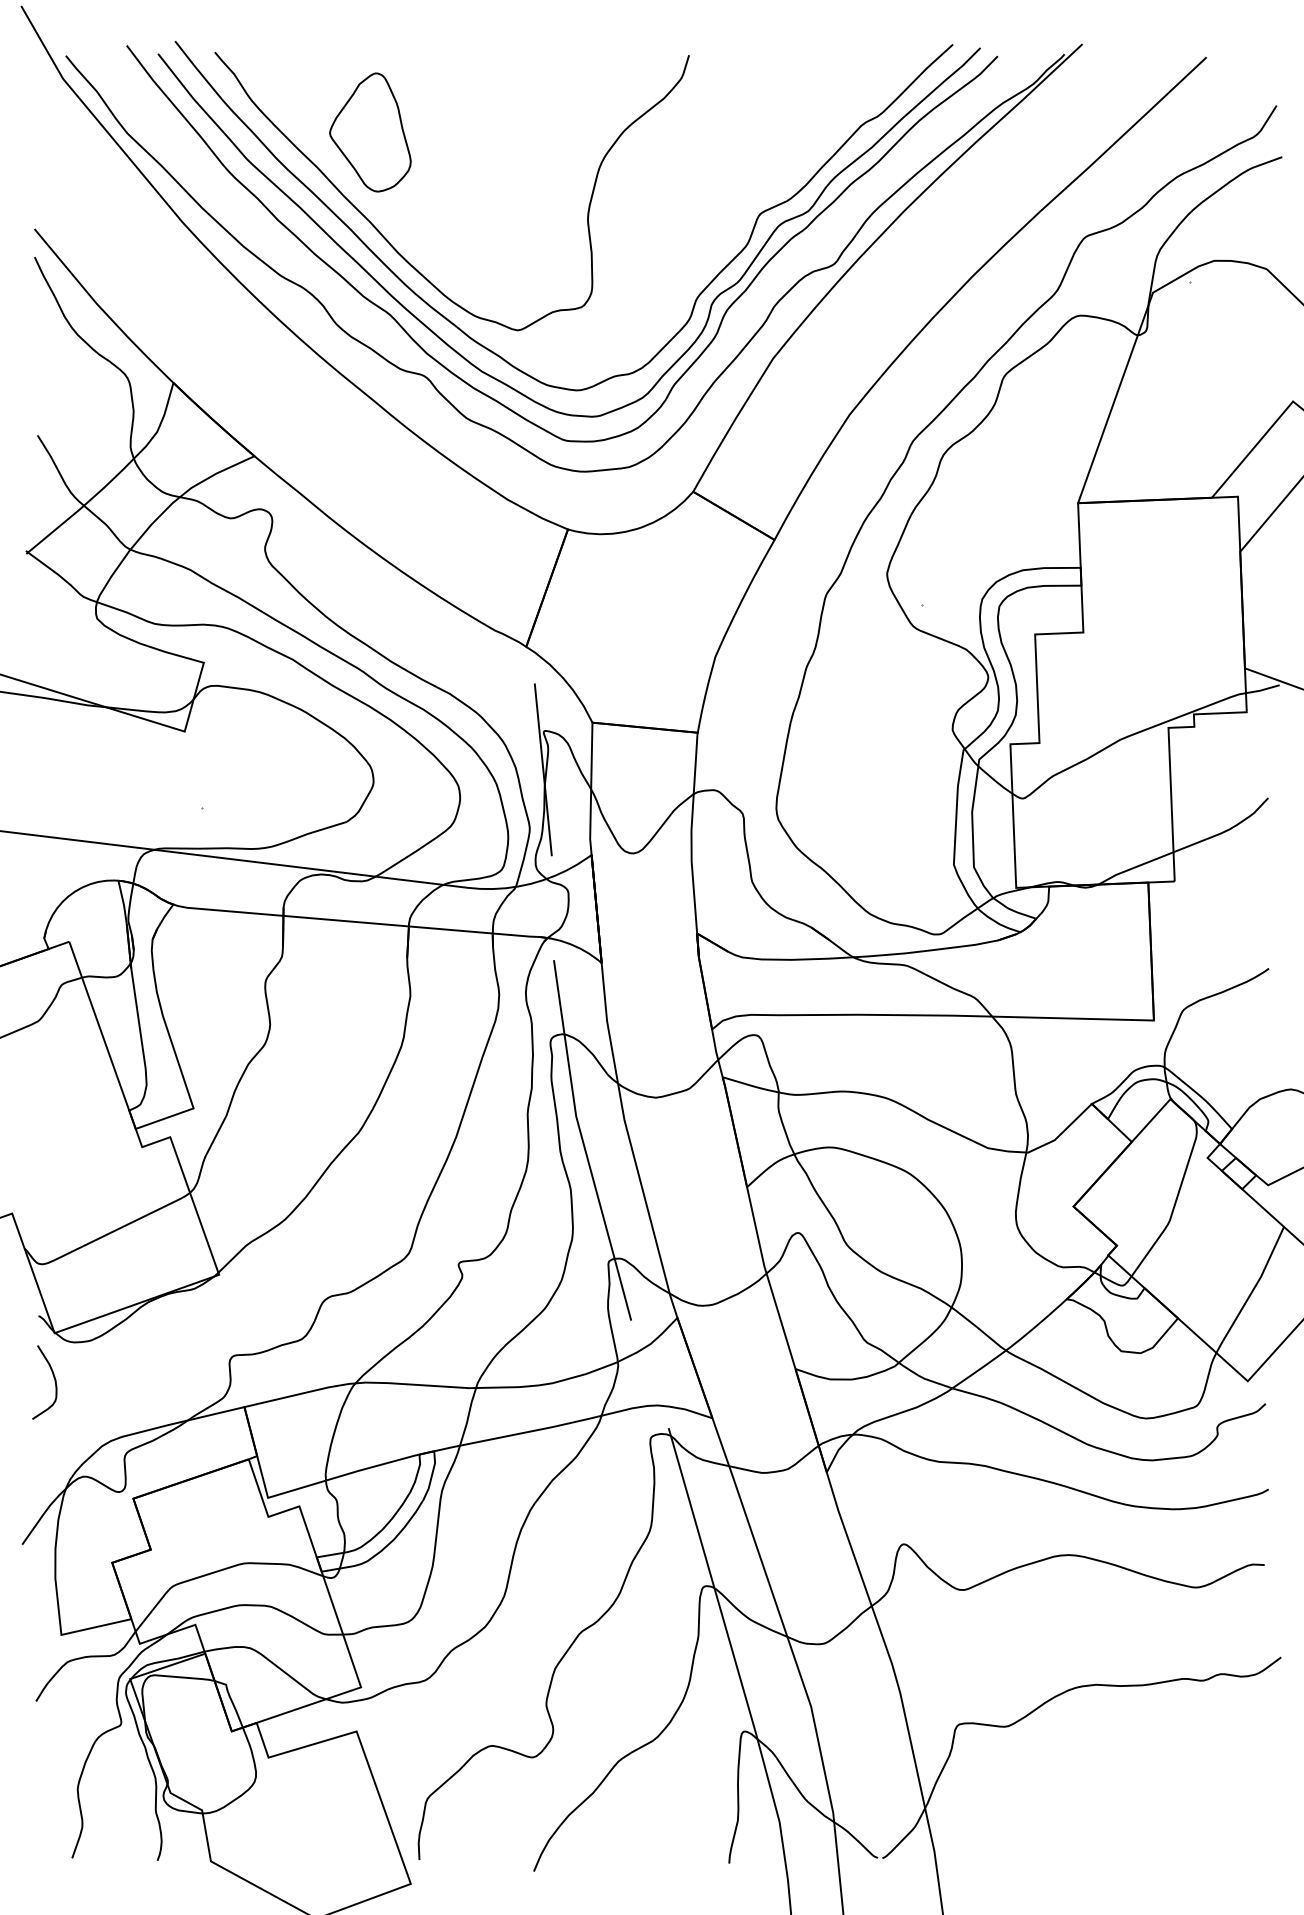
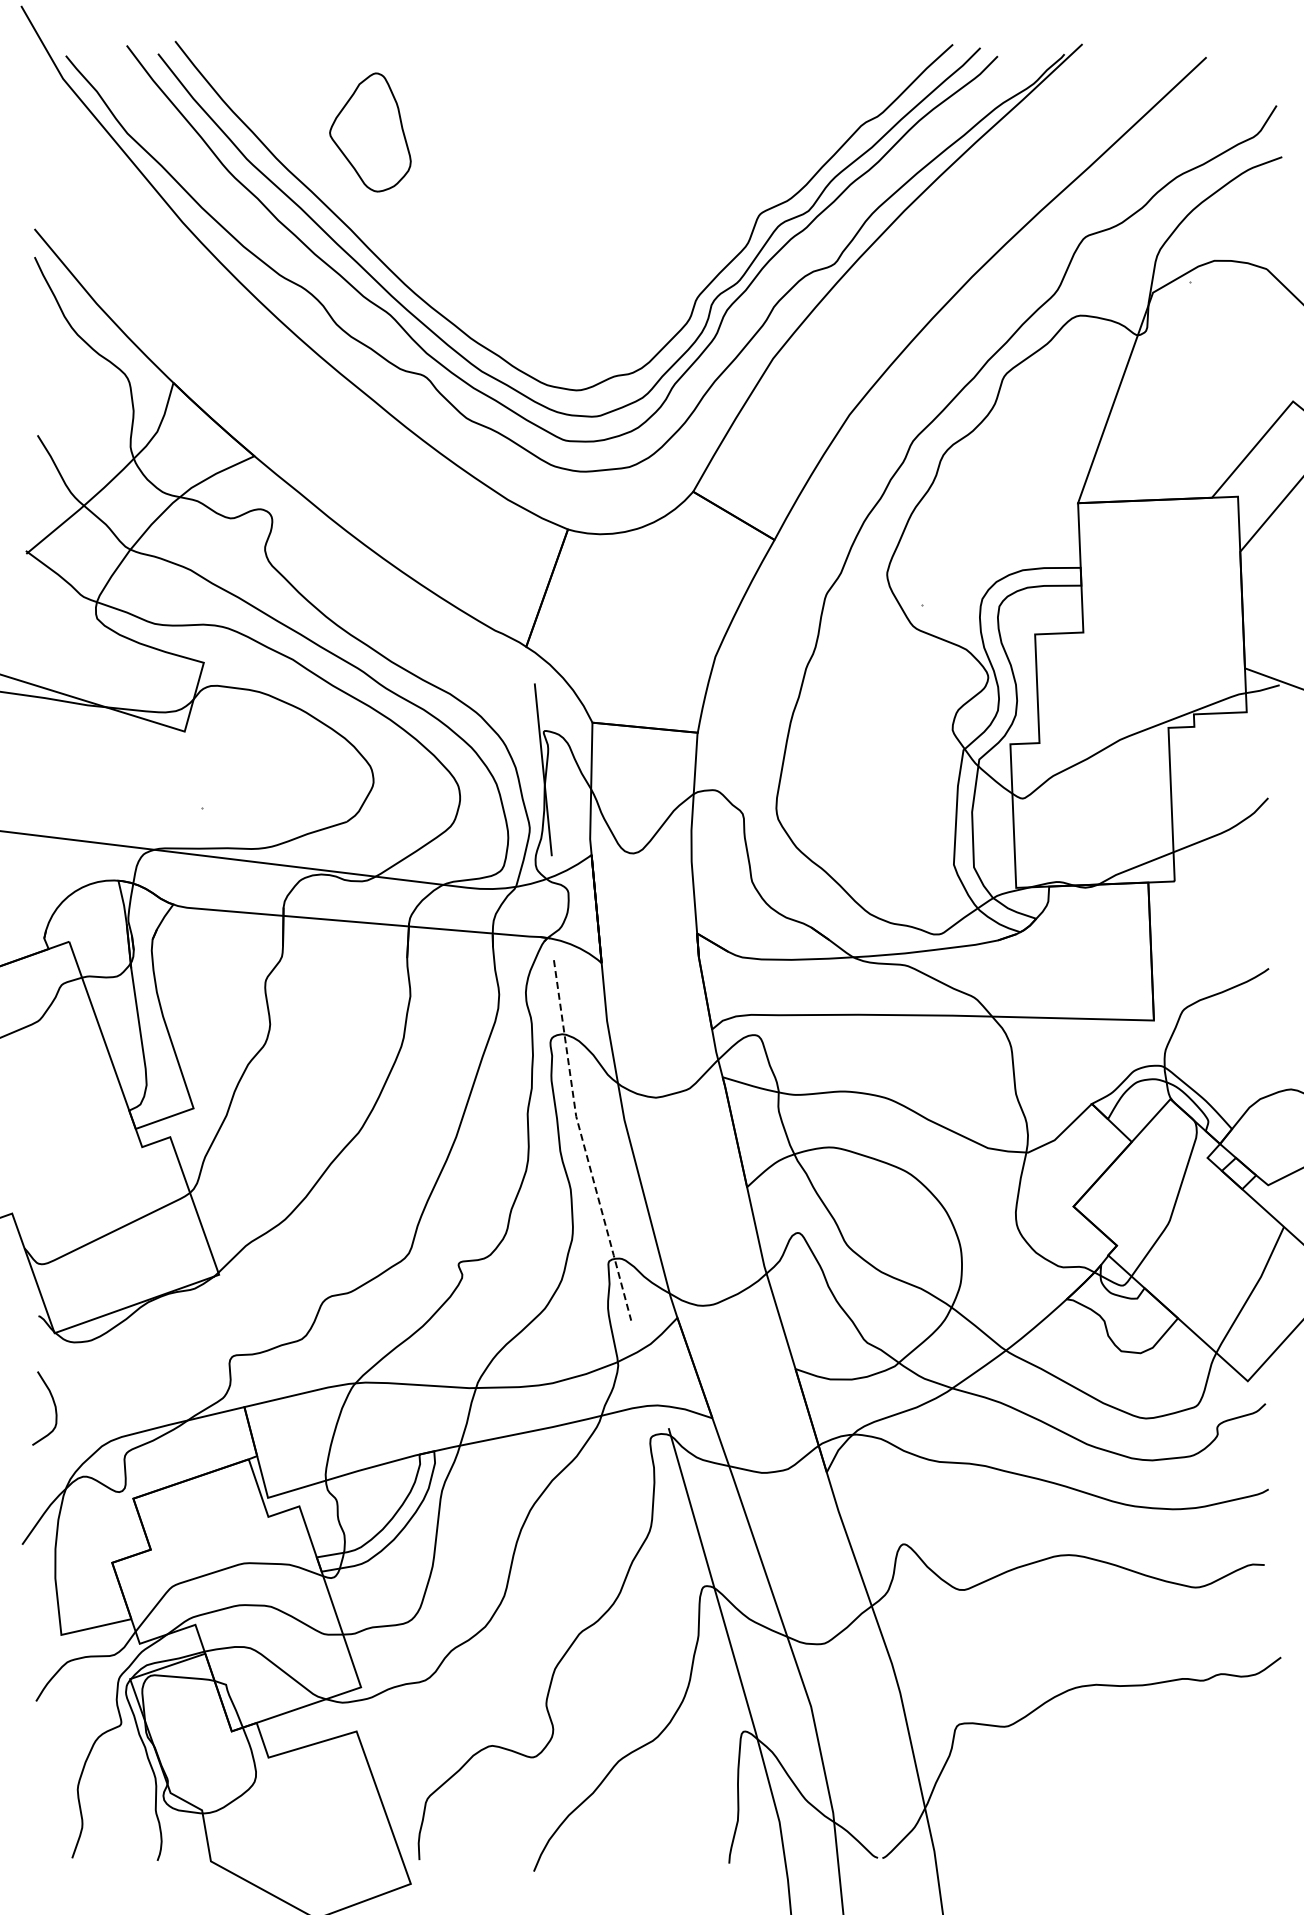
curve at (389, 241): present -> none
line at (583, 1143): solid -> dashed
curve at (53, 1378) position: (53, 1378) -> (53, 1404)
